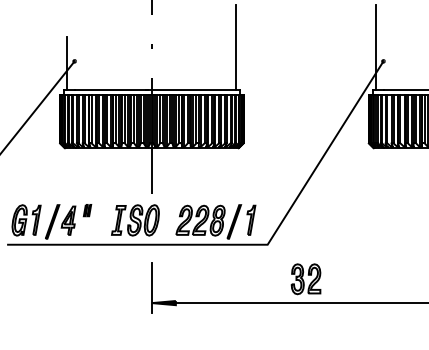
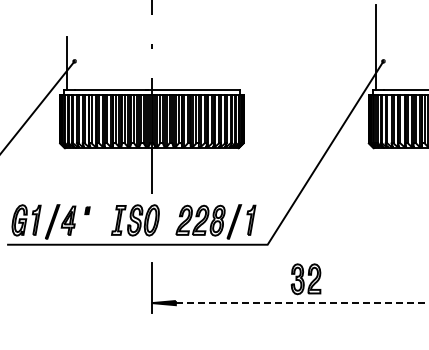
line at (236, 47): present -> none
part at (87, 210) size: 11x14 px -> 7x10 px
line at (302, 303): solid -> dashed
